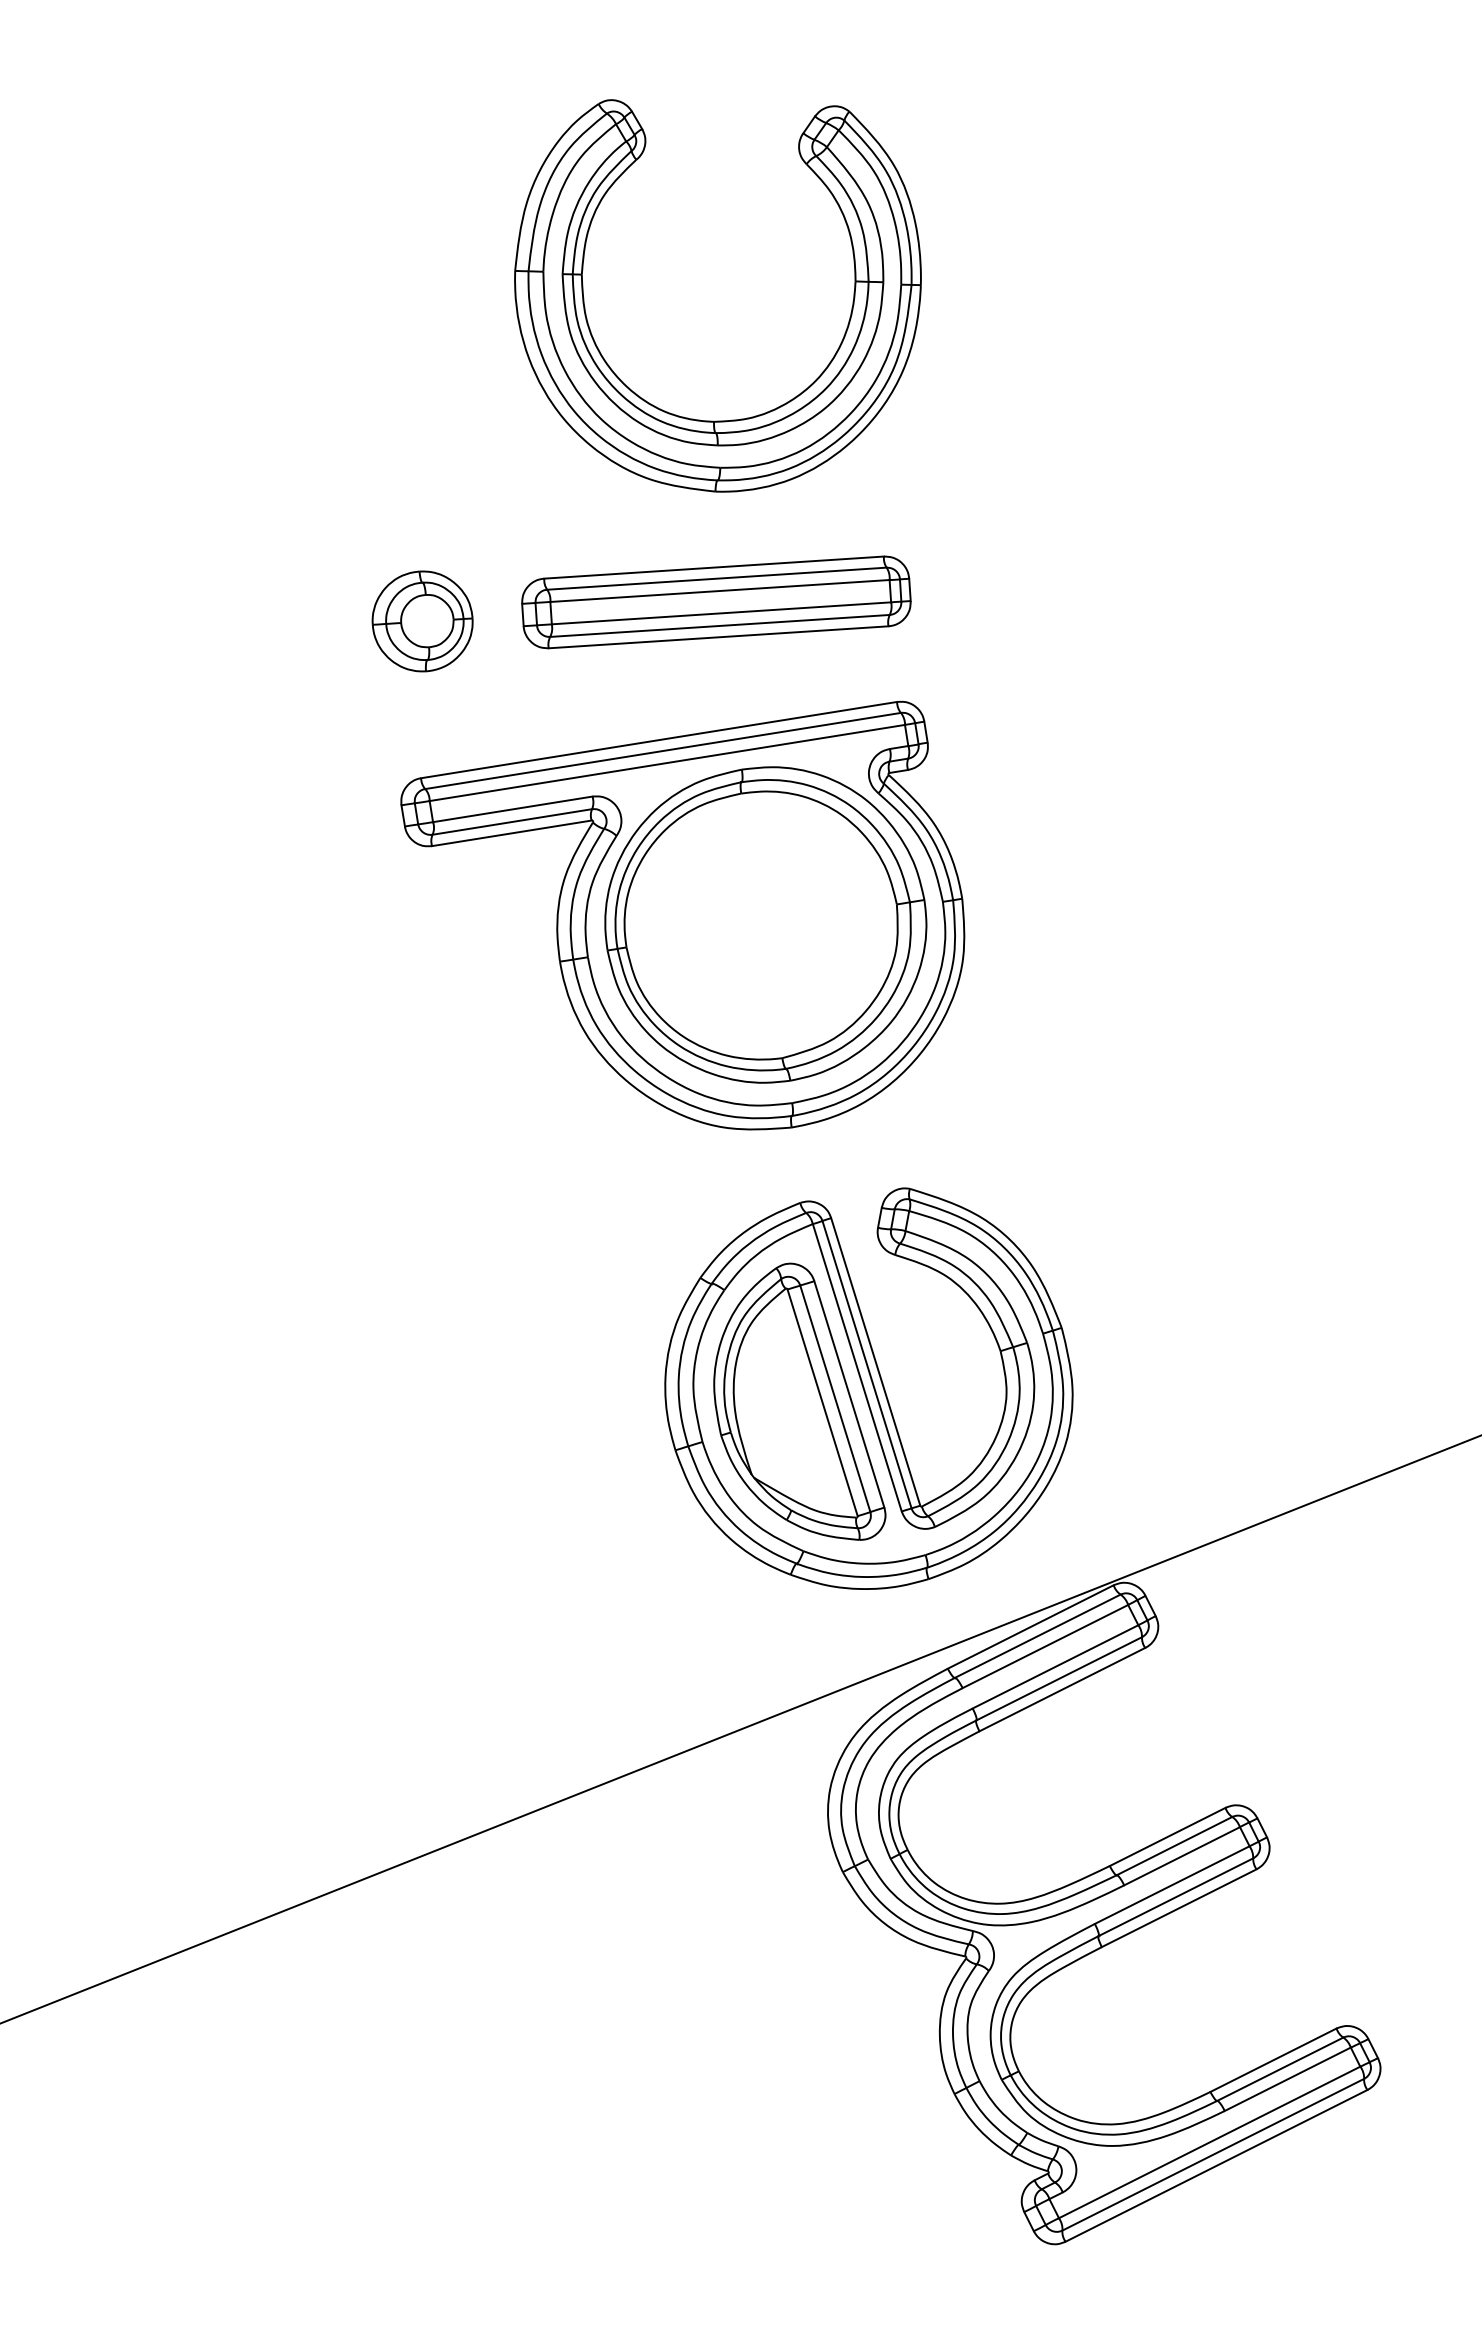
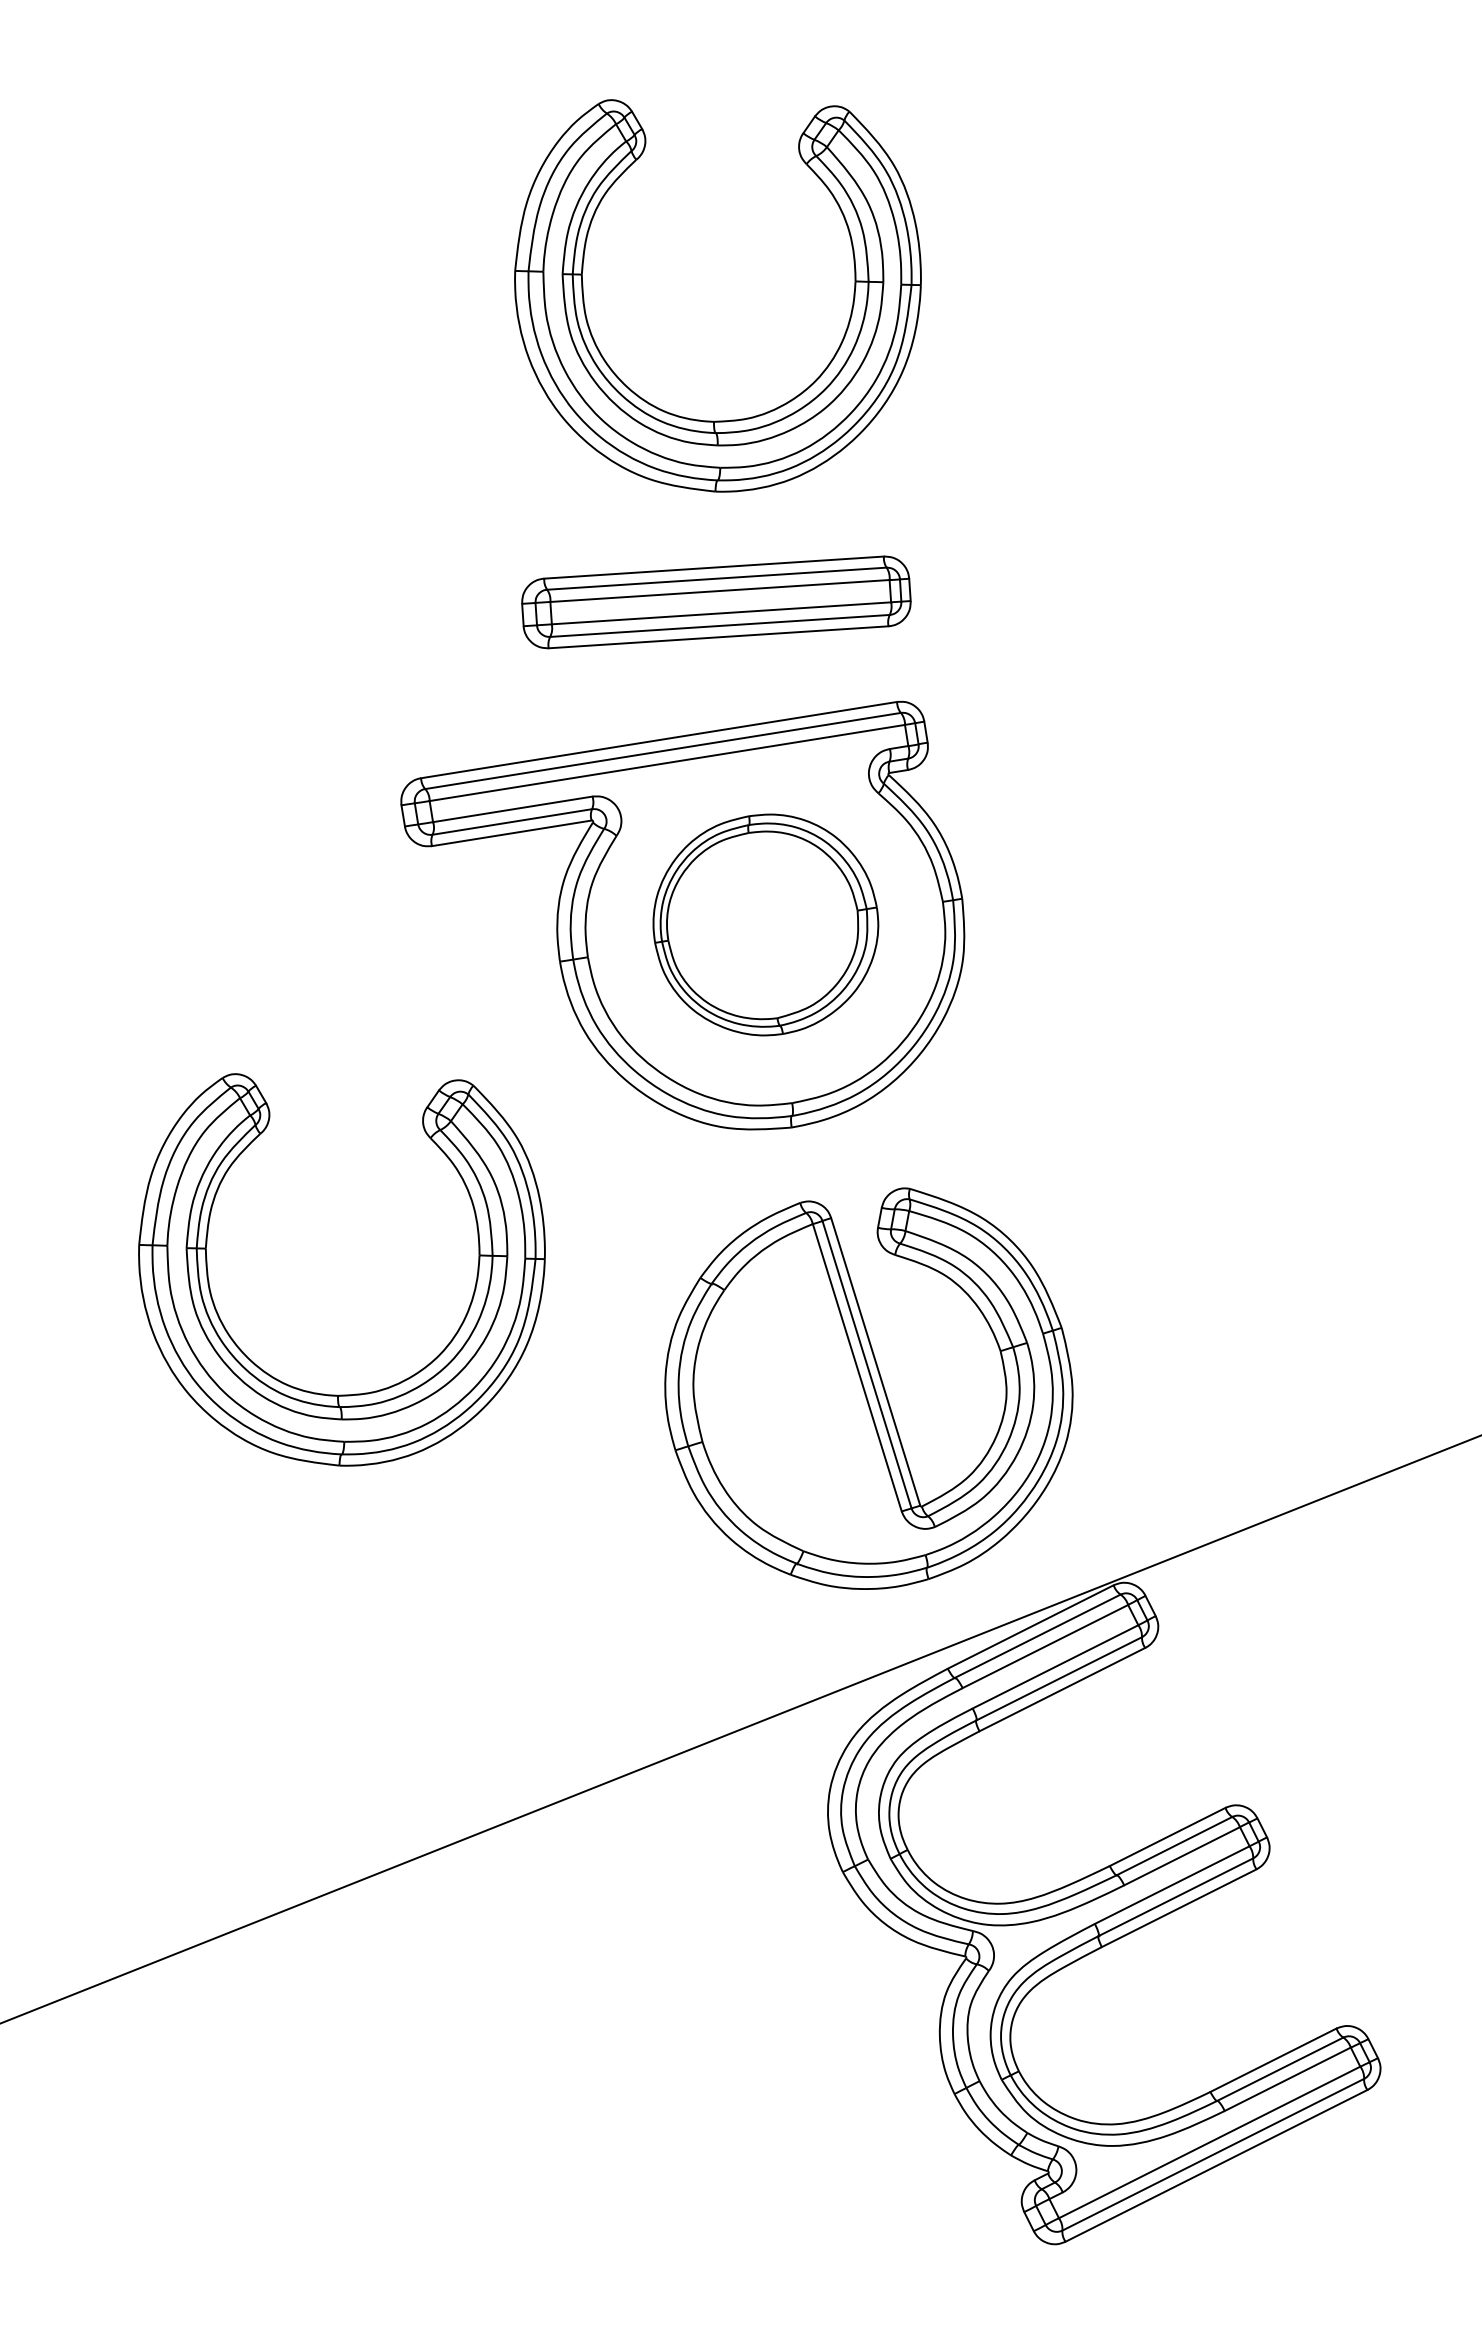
part at (422, 621): present -> none
part at (765, 924) size: 324x318 px -> 228x224 px
part at (355, 1393): none -> present
part at (799, 1401): present -> none
